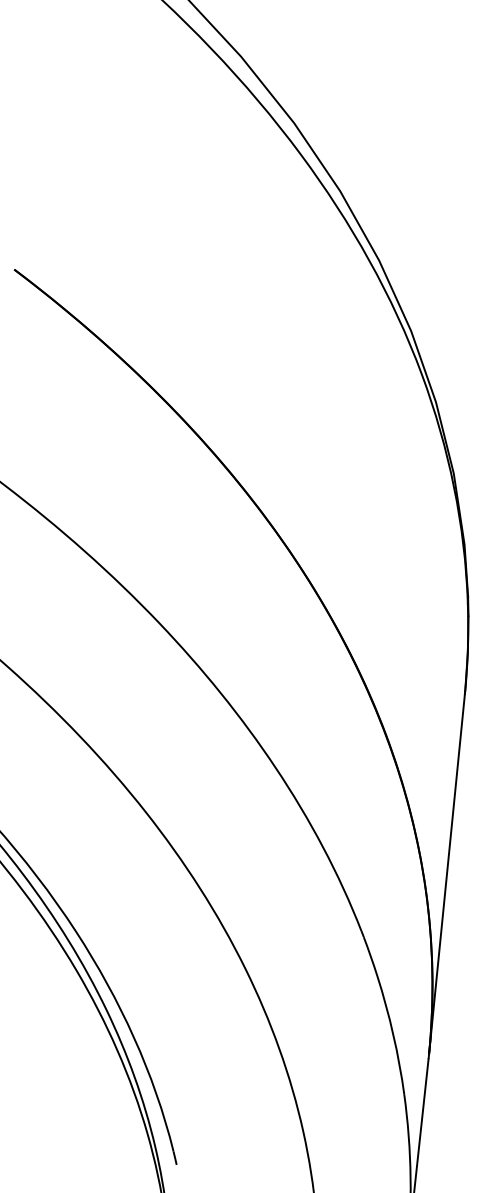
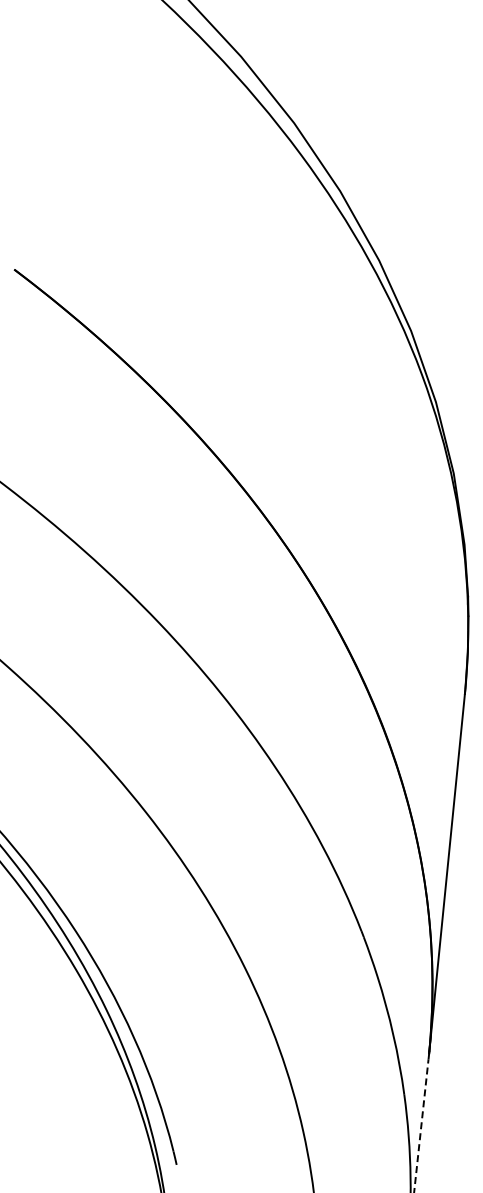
line at (421, 1125): solid -> dashed
